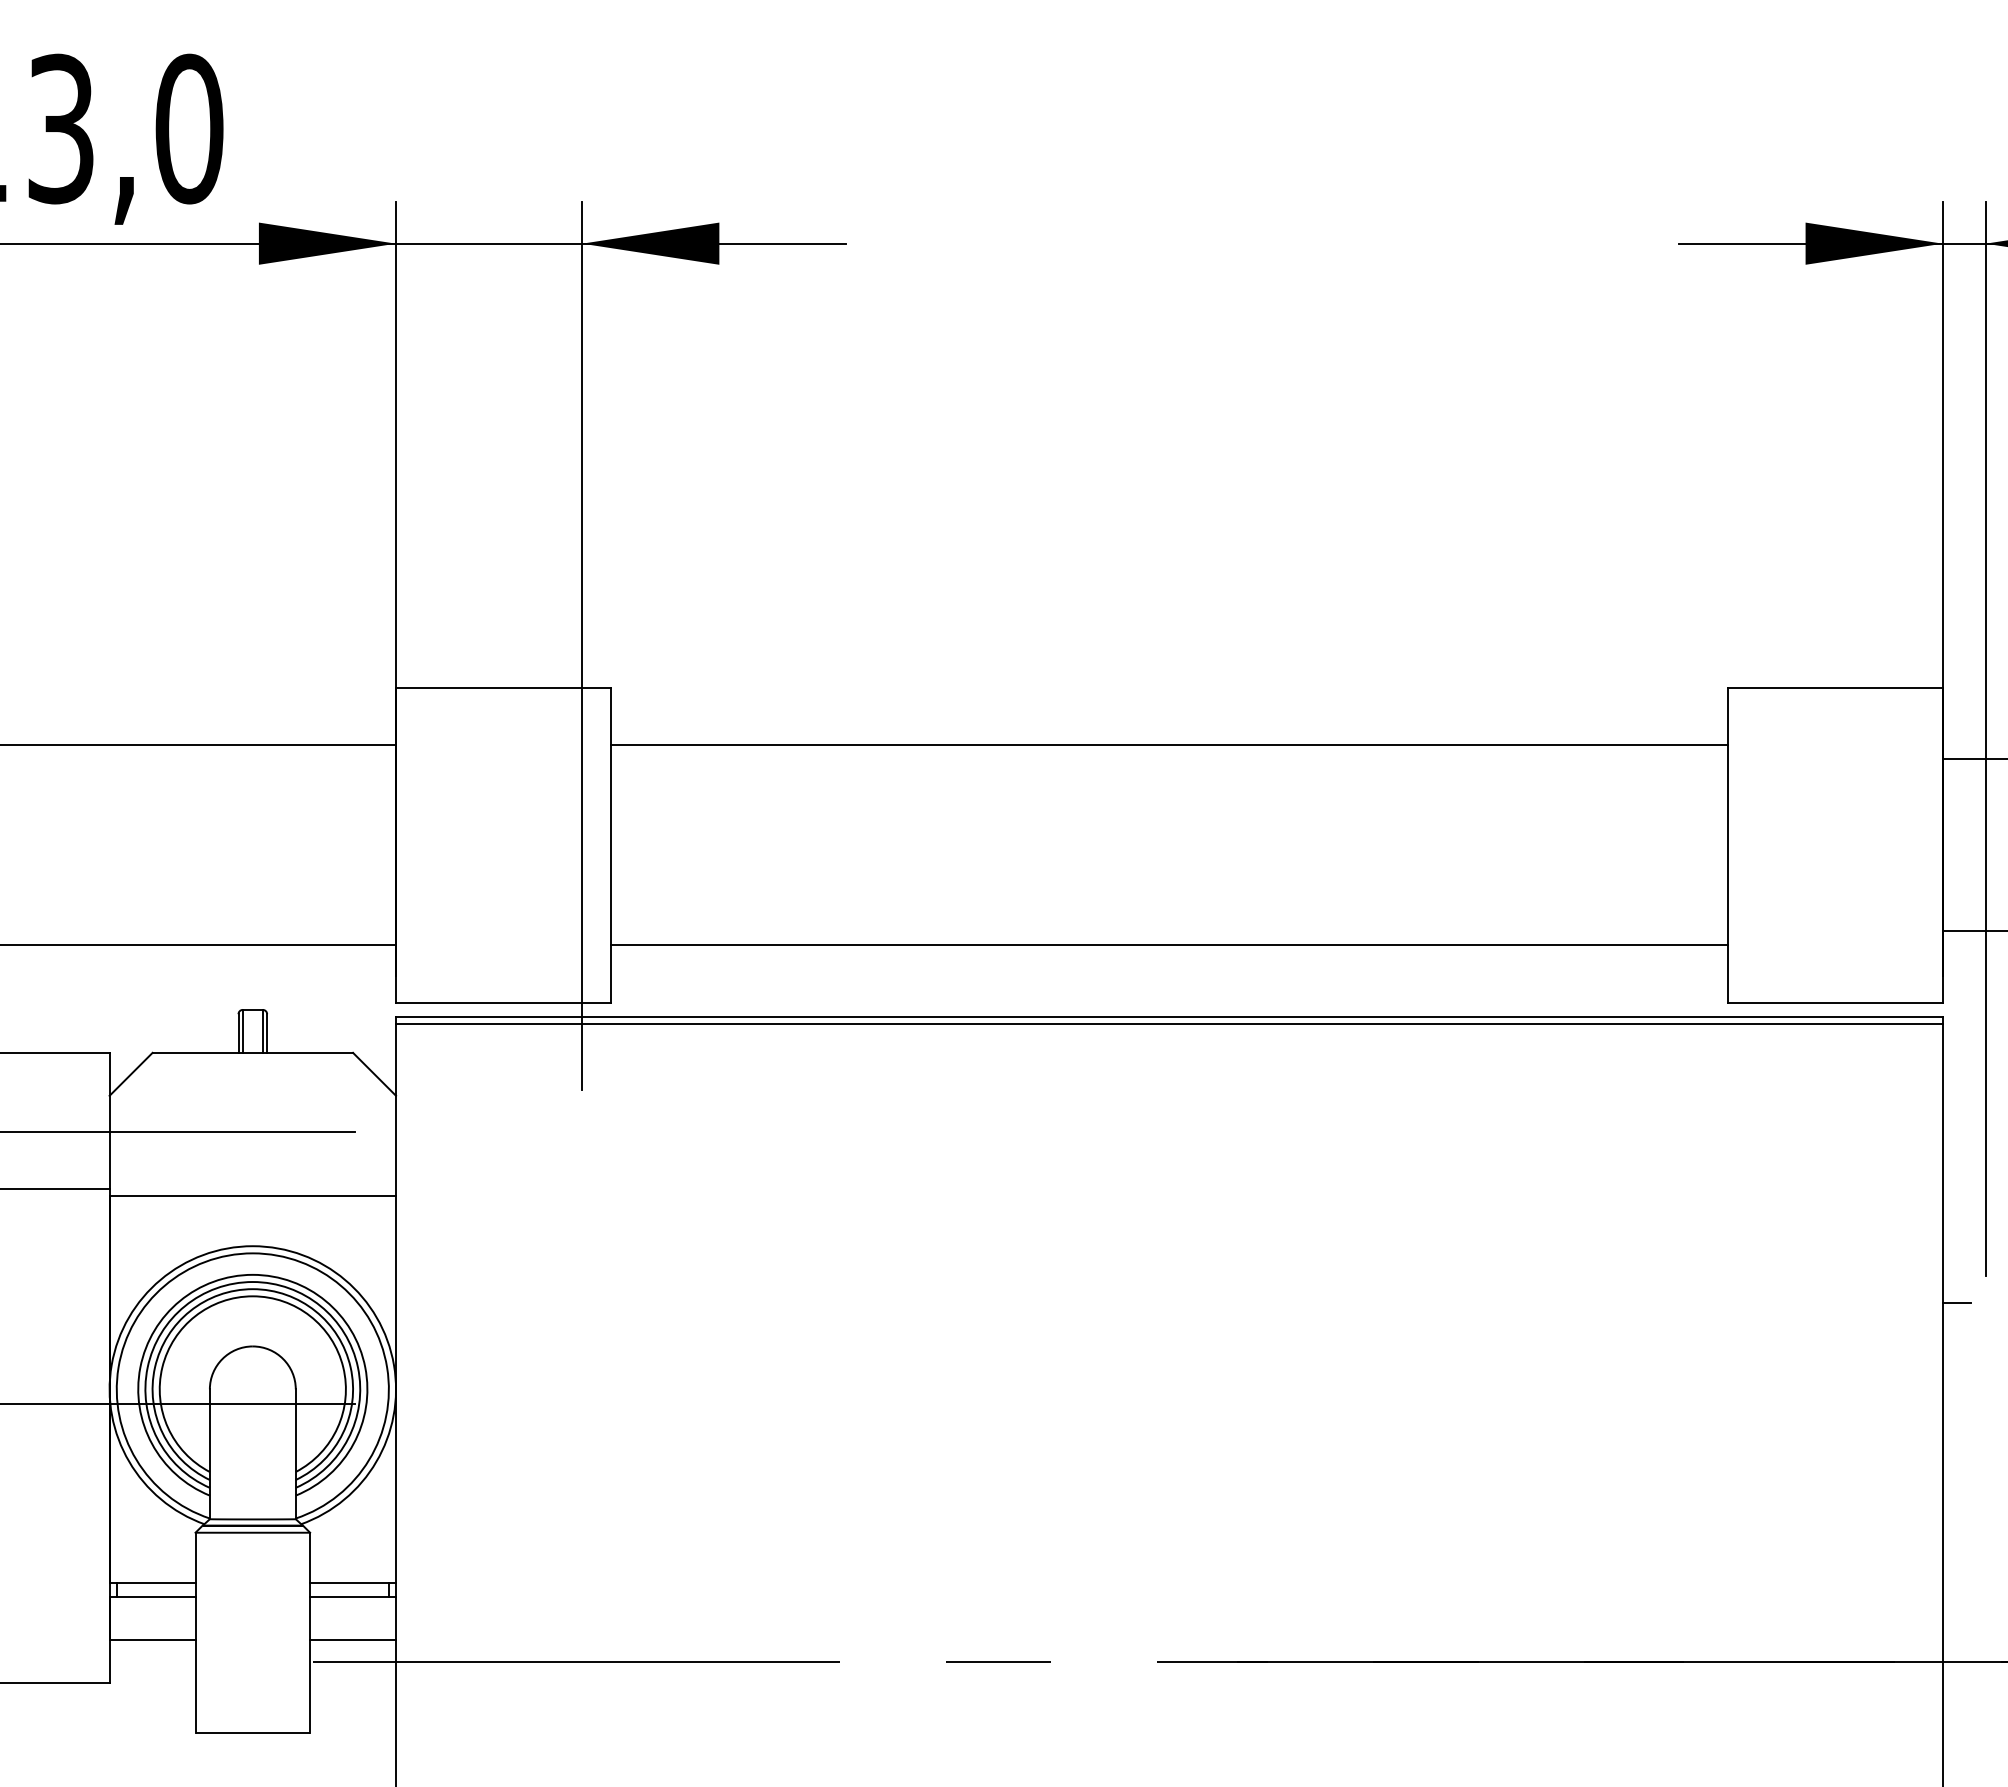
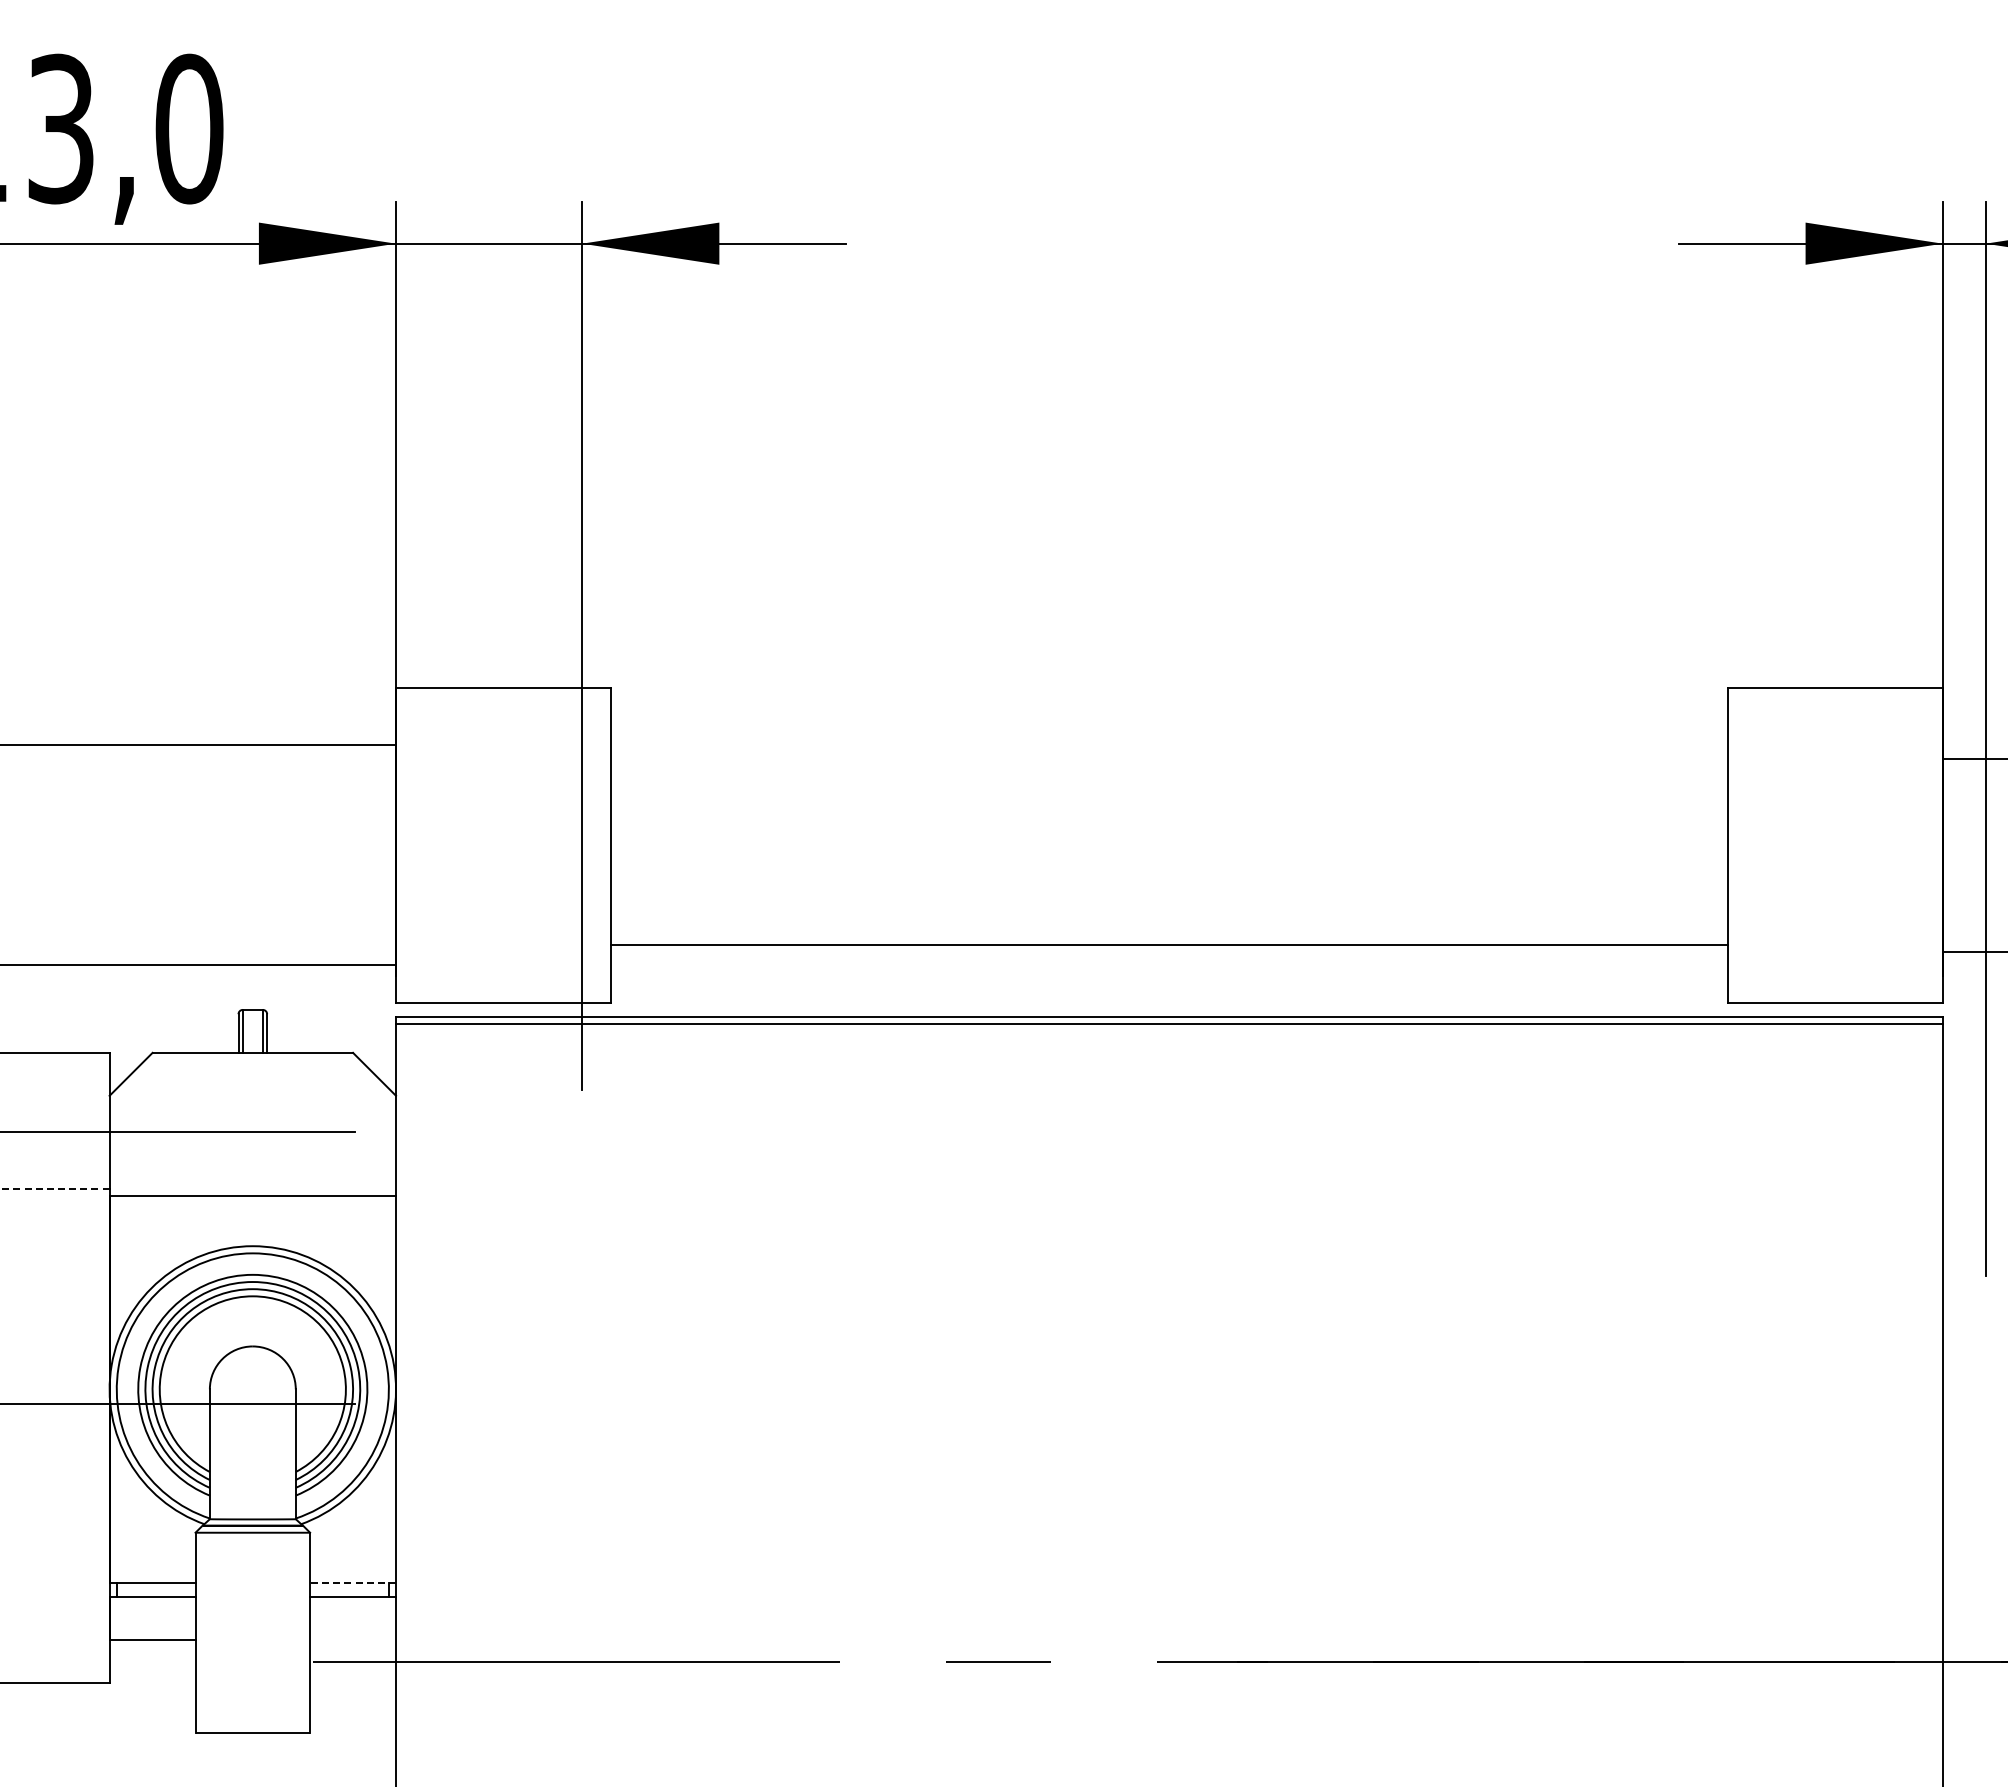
line at (1168, 744): present -> none
line at (1973, 931) position: (1973, 931) -> (1973, 952)
line at (199, 945) position: (199, 945) -> (199, 965)
line at (54, 1188): solid -> dashed
line at (1956, 1303): present -> none
line at (353, 1582): solid -> dashed
line at (353, 1640): present -> none
